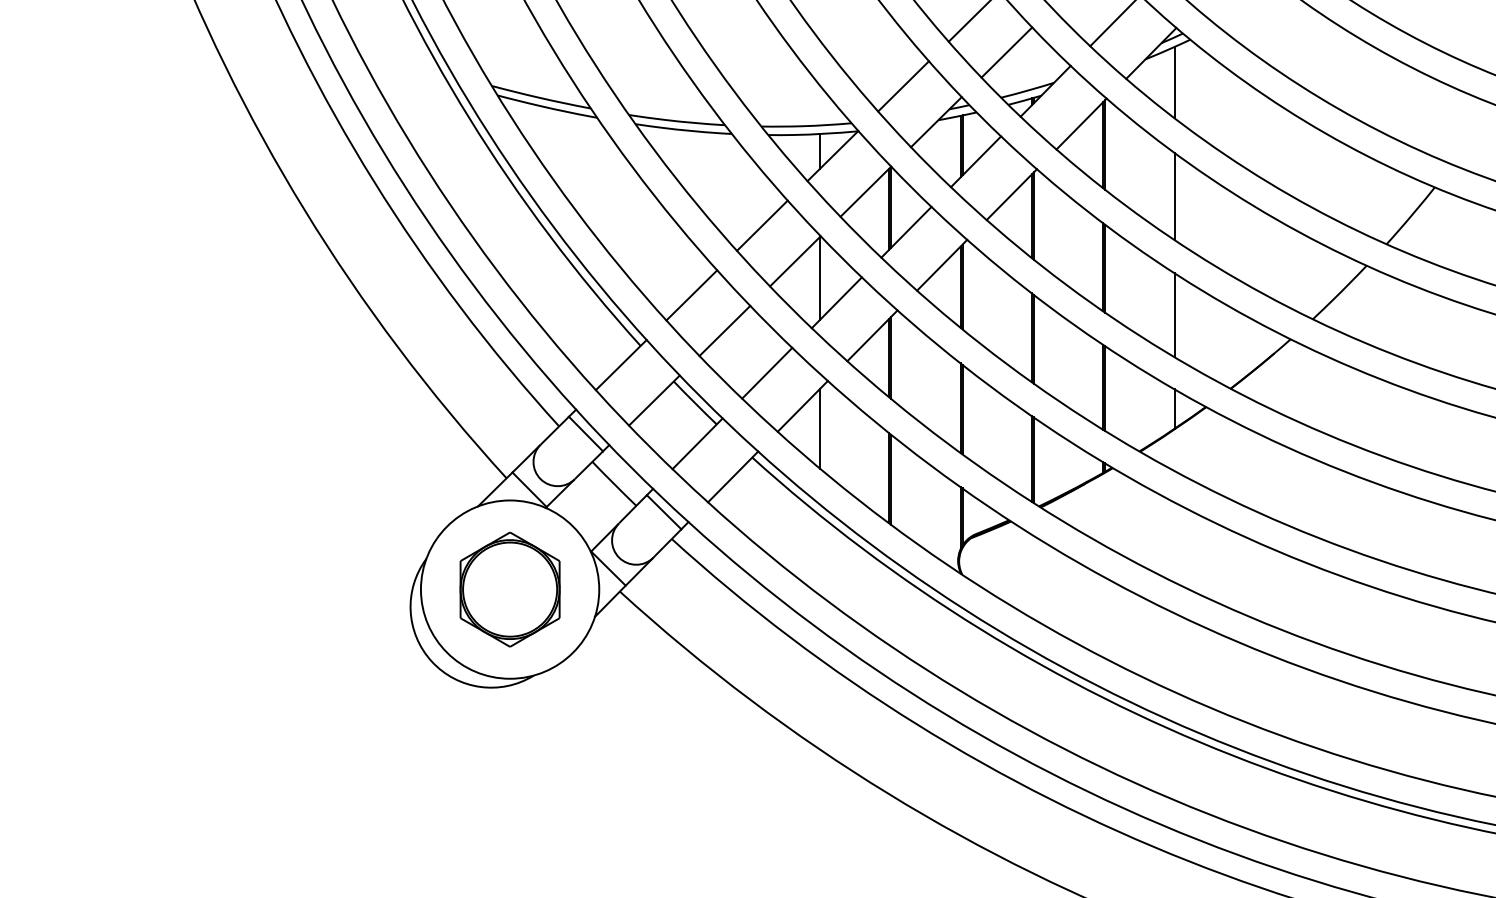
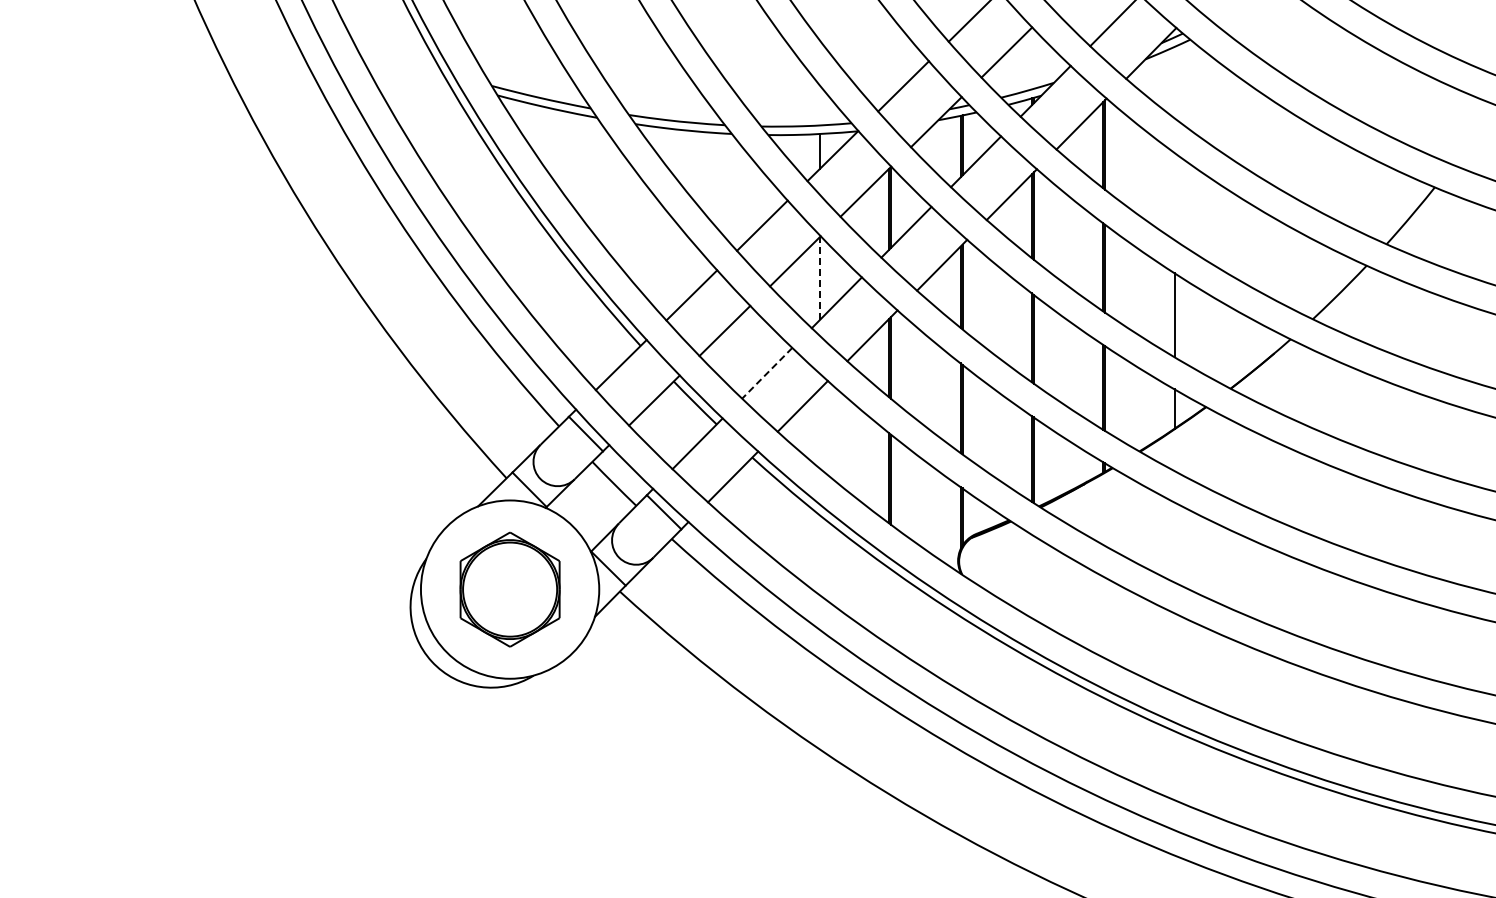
line at (1174, 82): present -> none
line at (1174, 195): present -> none
line at (819, 278): solid -> dashed
line at (767, 373): solid -> dashed
line at (819, 428): present -> none
